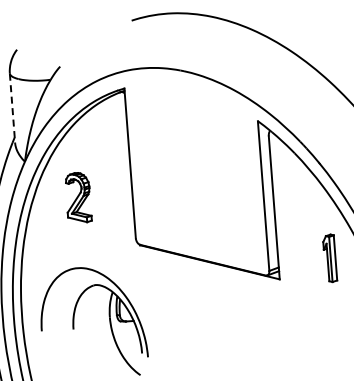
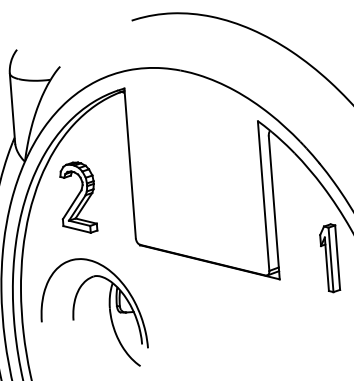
line at (12, 109): dashed -> solid
part at (78, 197) size: 28x52 px -> 40x73 px
part at (330, 258) size: 17x51 px -> 23x71 px
part at (108, 316) position: (108, 316) -> (108, 307)
